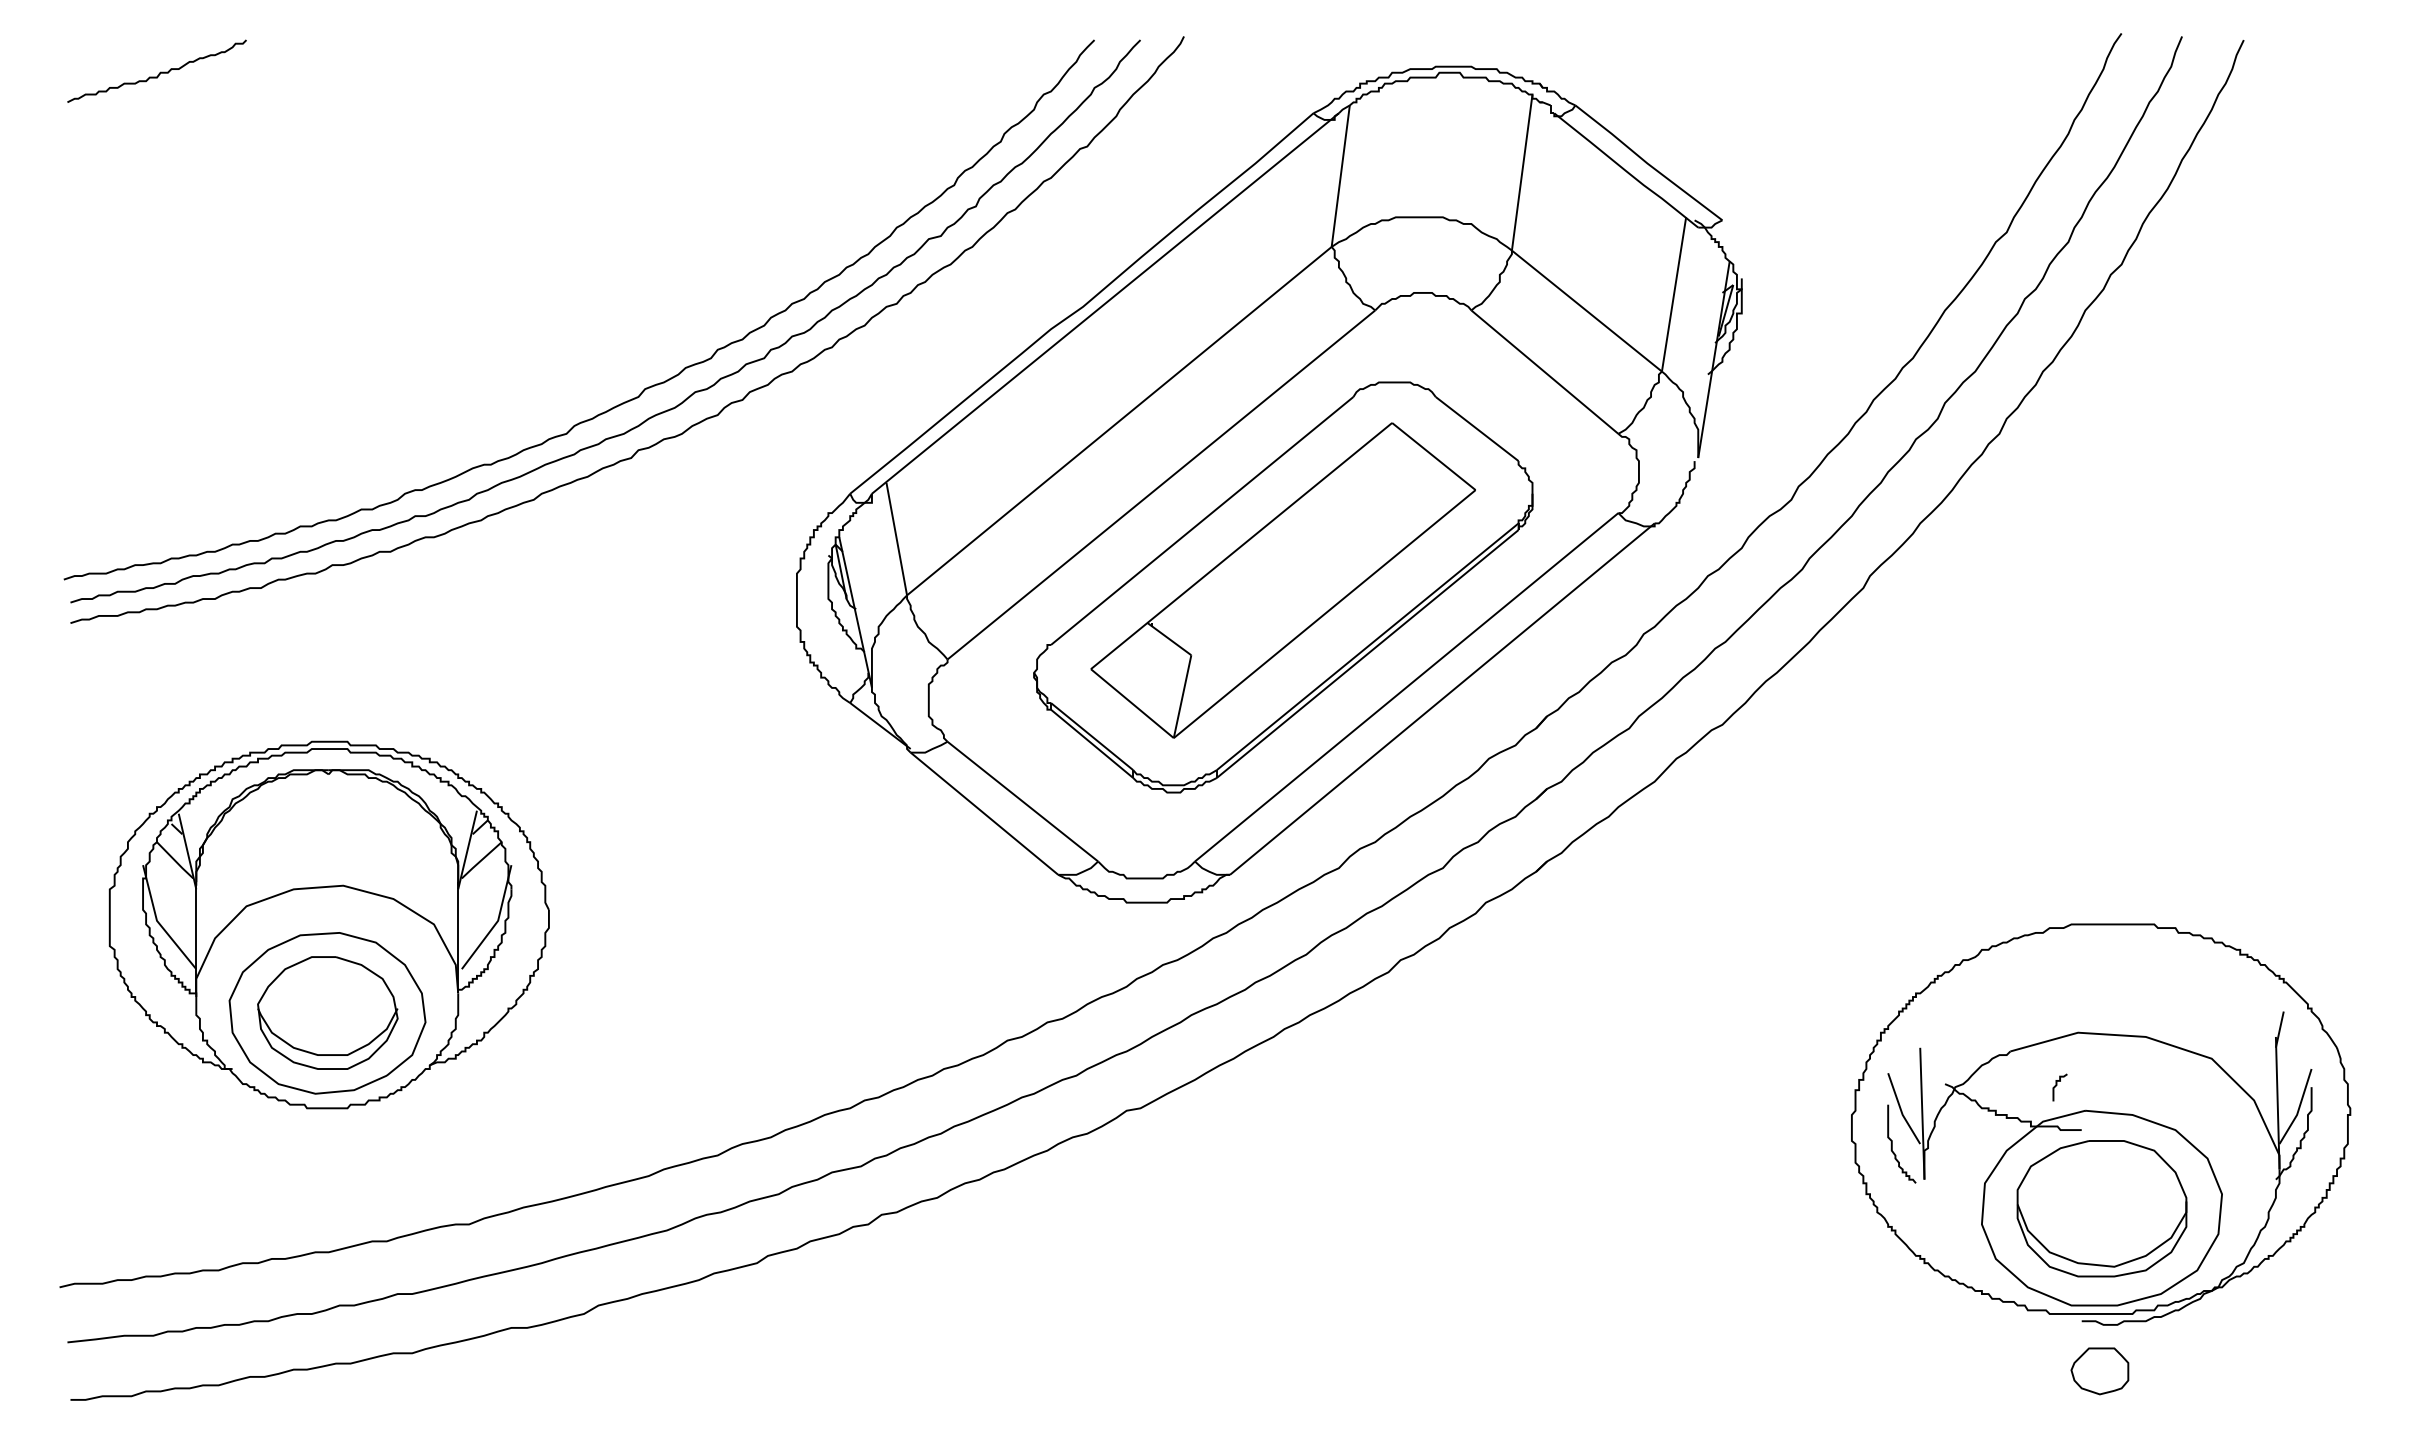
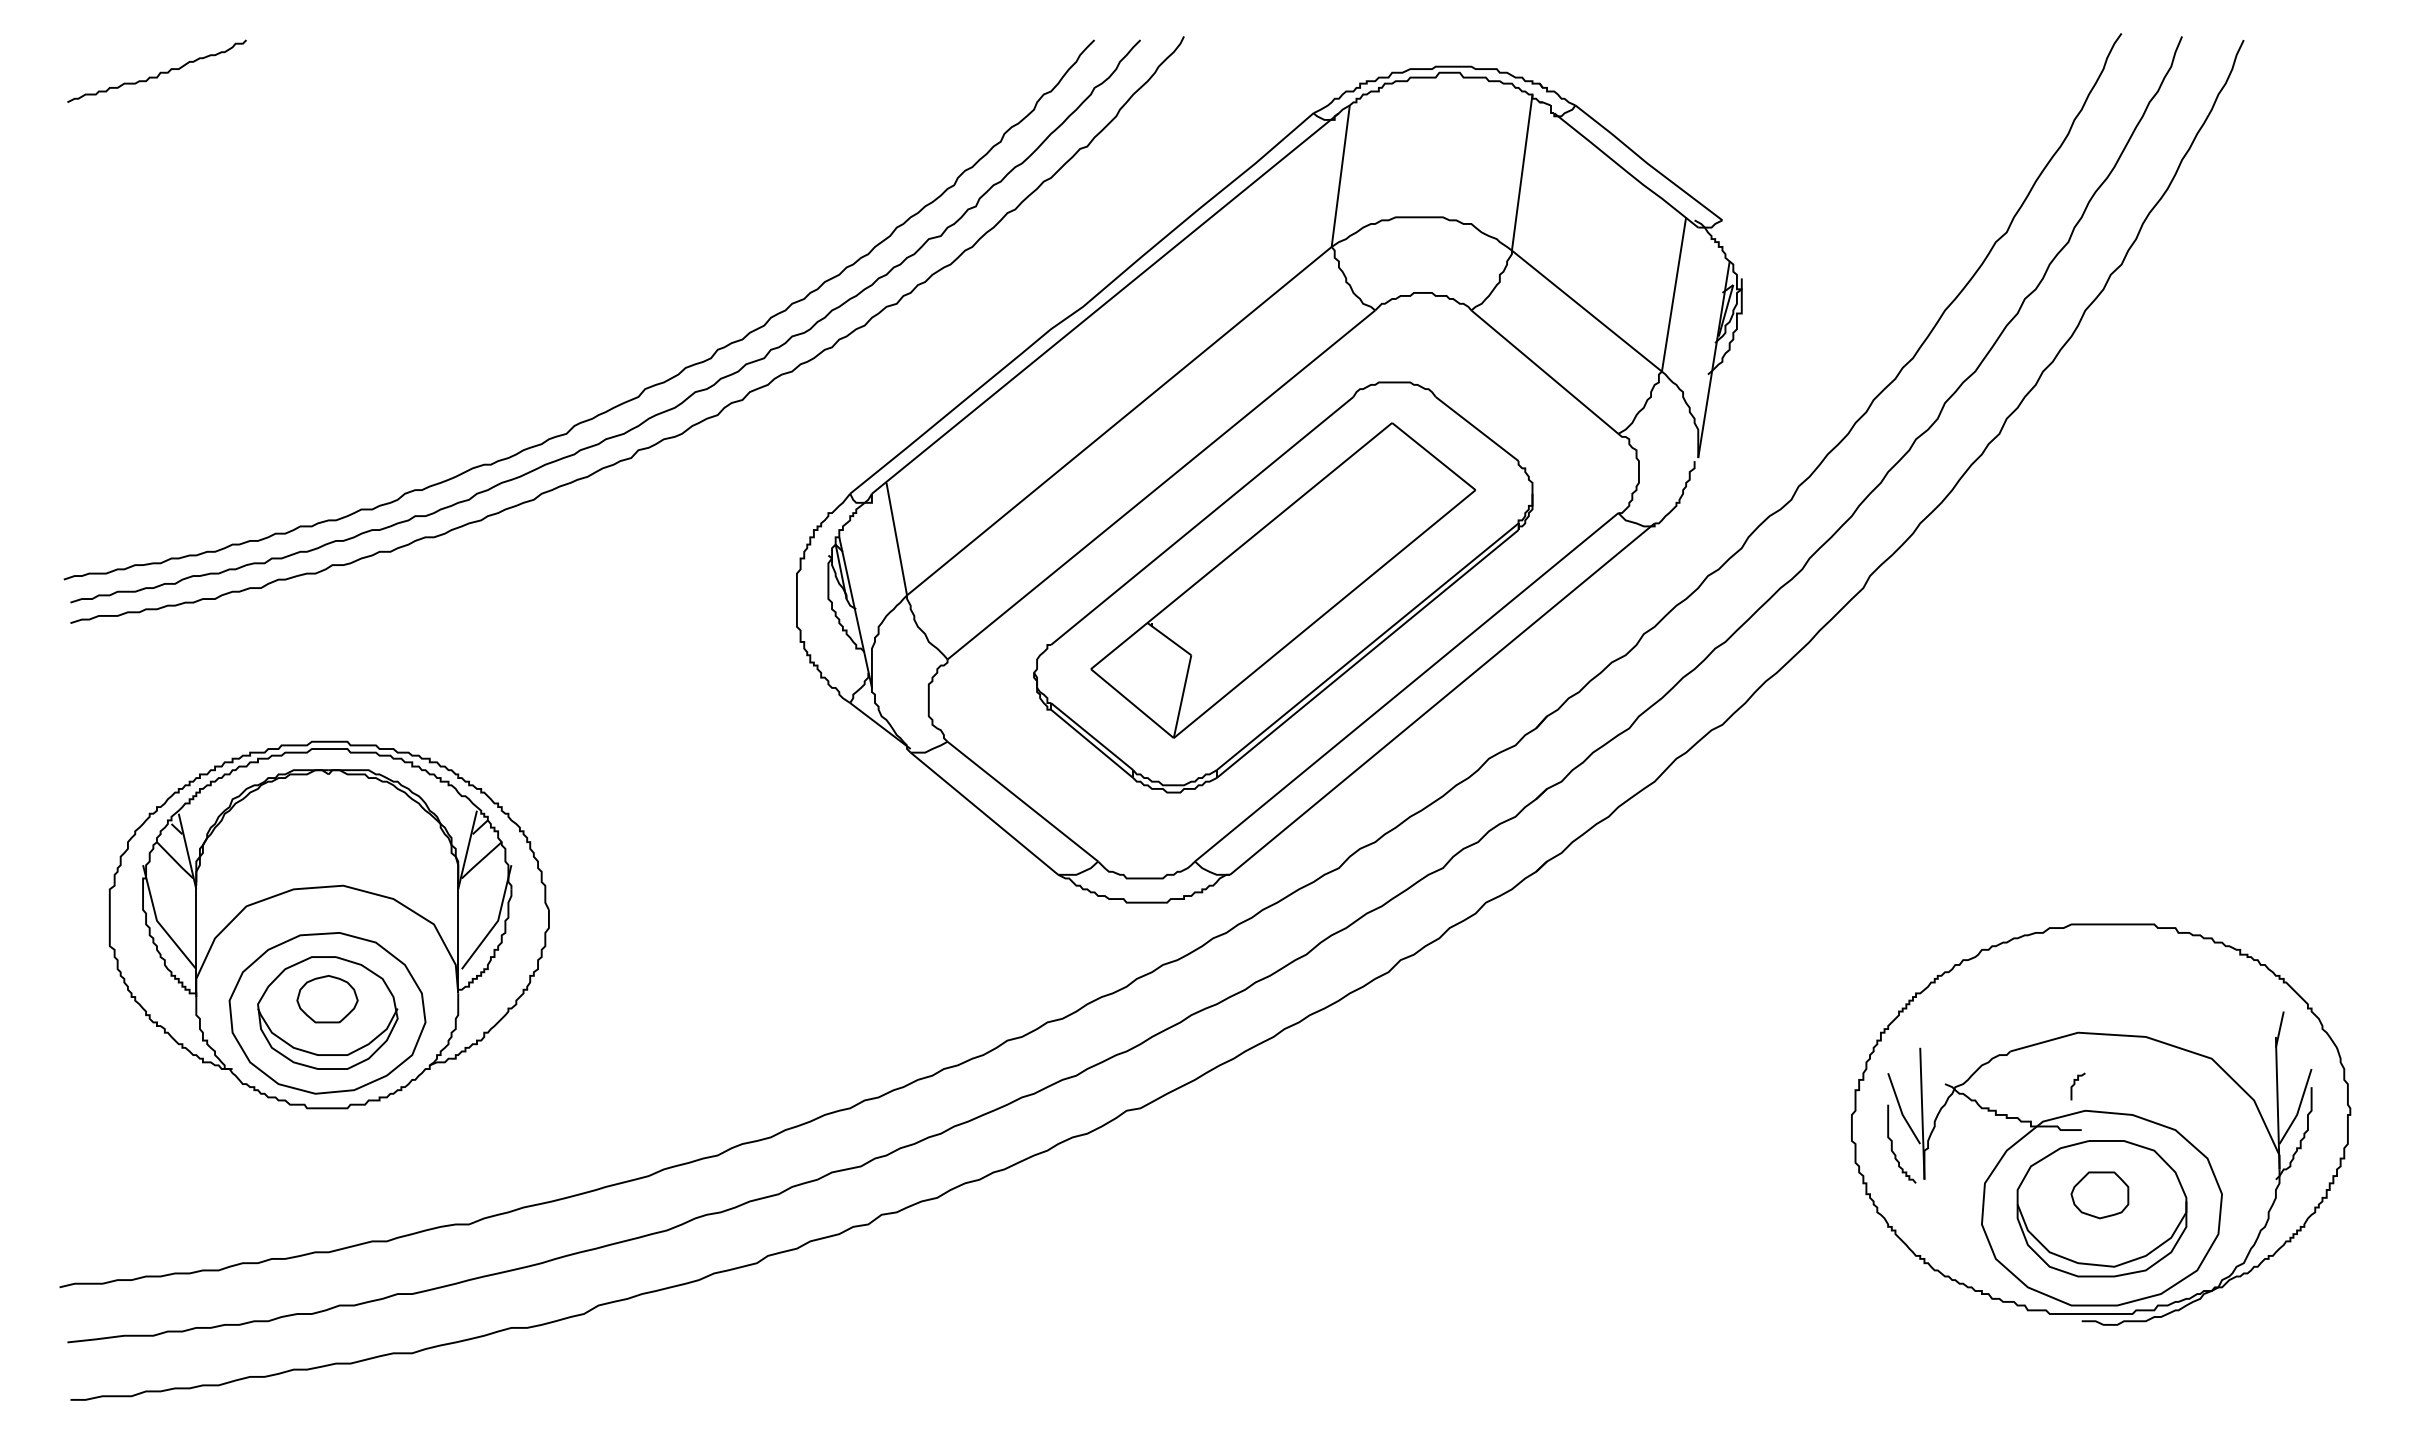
part at (327, 999): none -> present
curve at (2057, 1085) position: (2057, 1085) -> (2075, 1084)
part at (2099, 1371) position: (2099, 1371) -> (2099, 1195)
